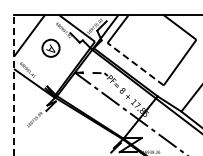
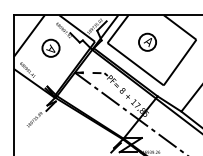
part at (147, 41): none -> present
line at (135, 63): dashed -> solid
line at (14, 85): dashed -> solid
